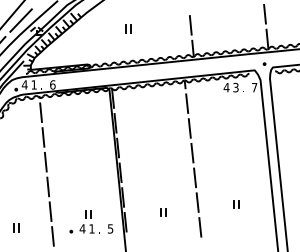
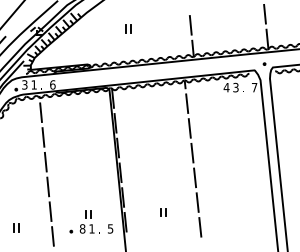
line at (20, 20): present -> none
text at (24, 84): 4 -> 3
part at (236, 204): present -> none
text at (82, 228): 4 -> 8
